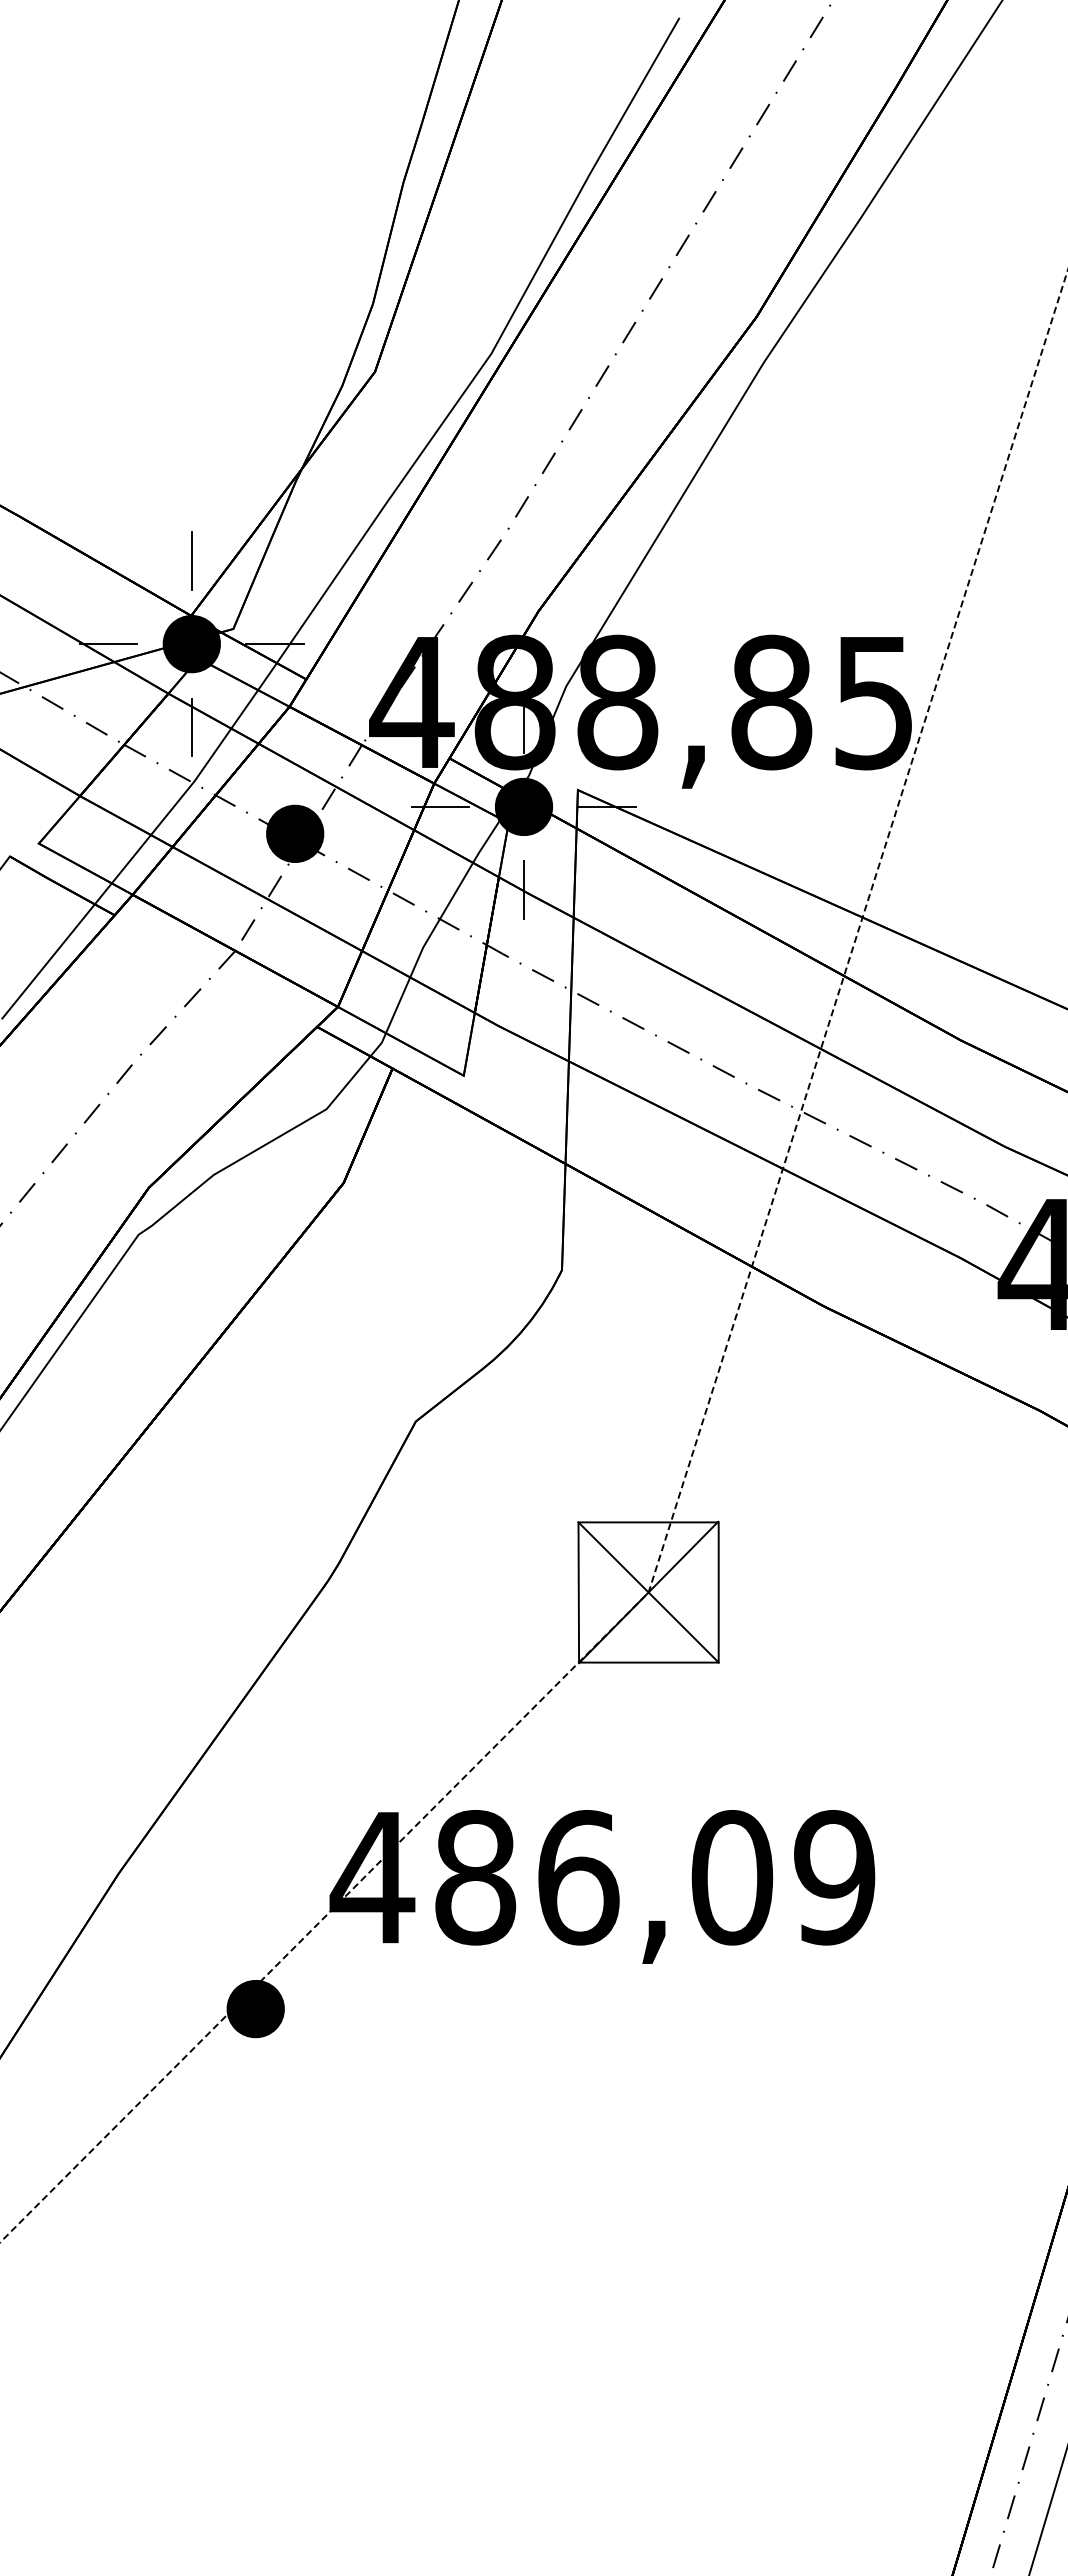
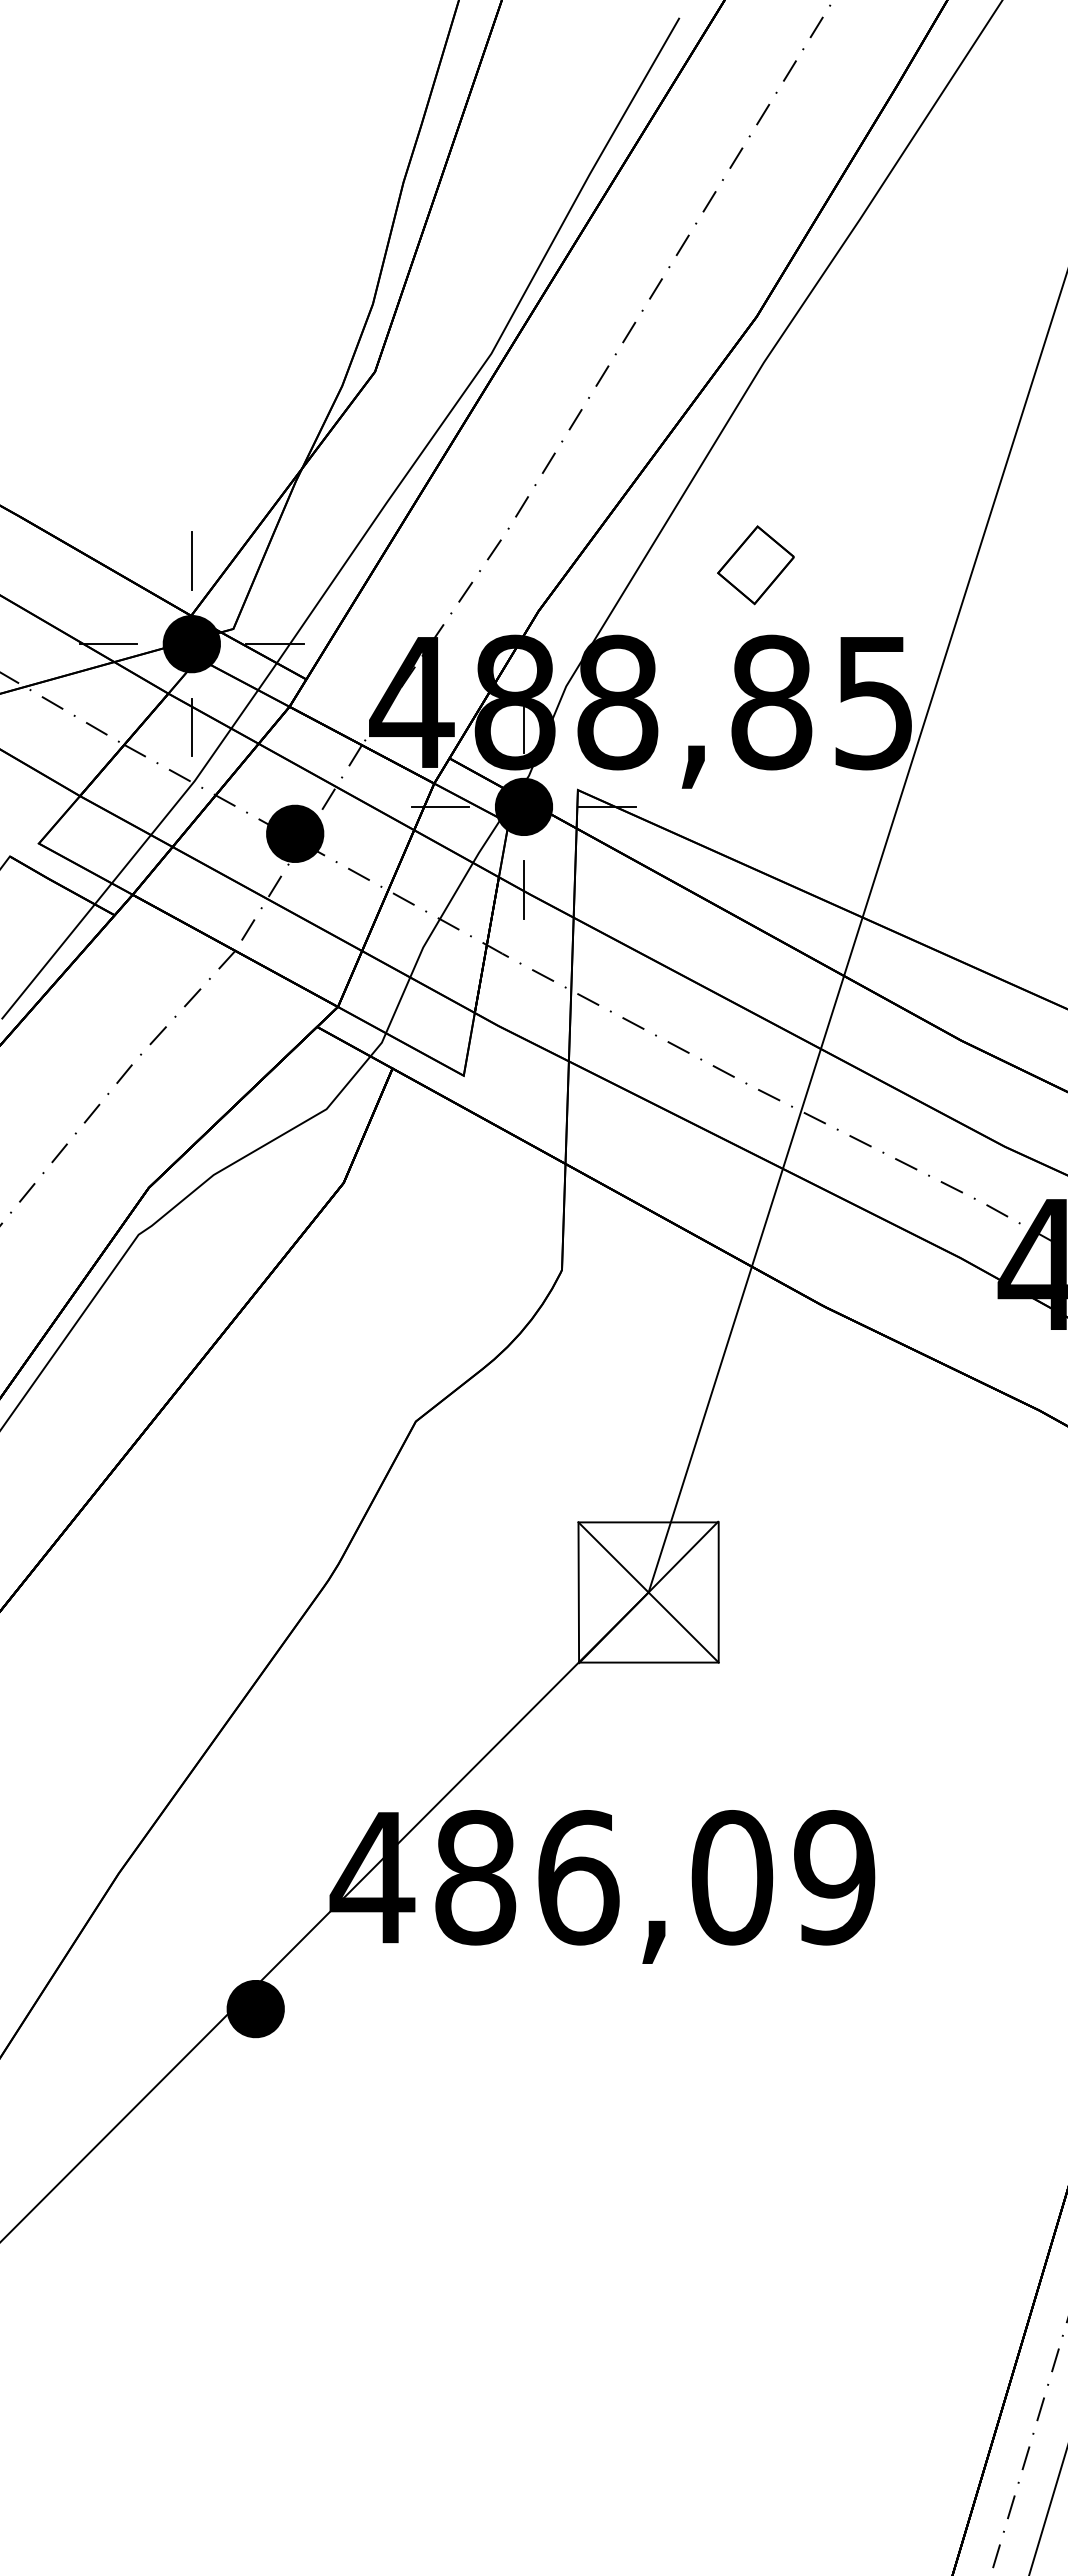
part at (755, 565): none -> present
line at (719, 1369): dashed -> solid
